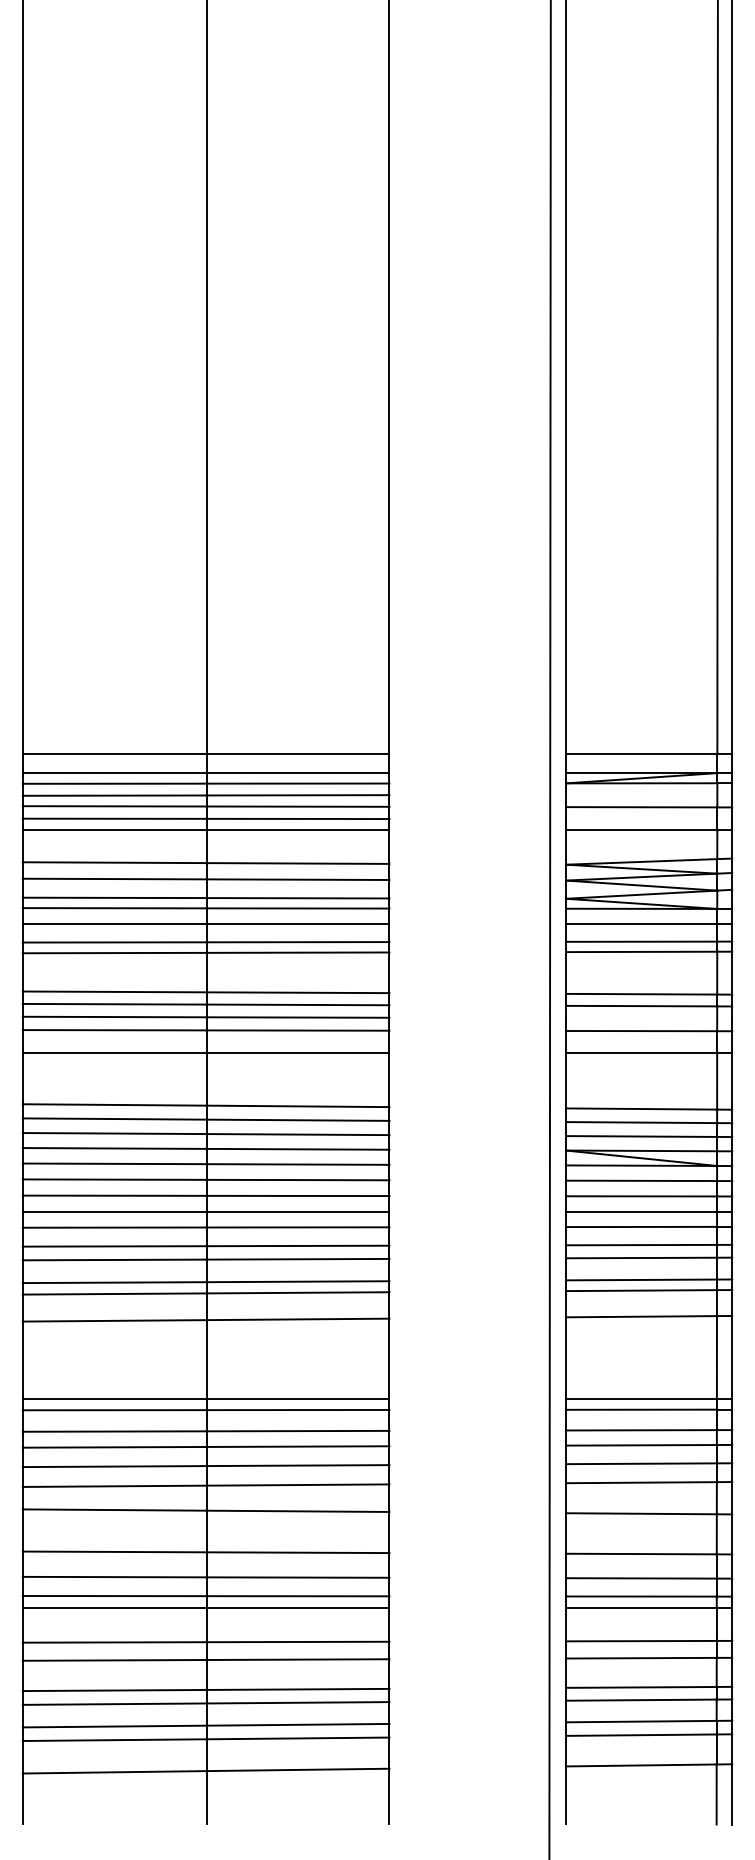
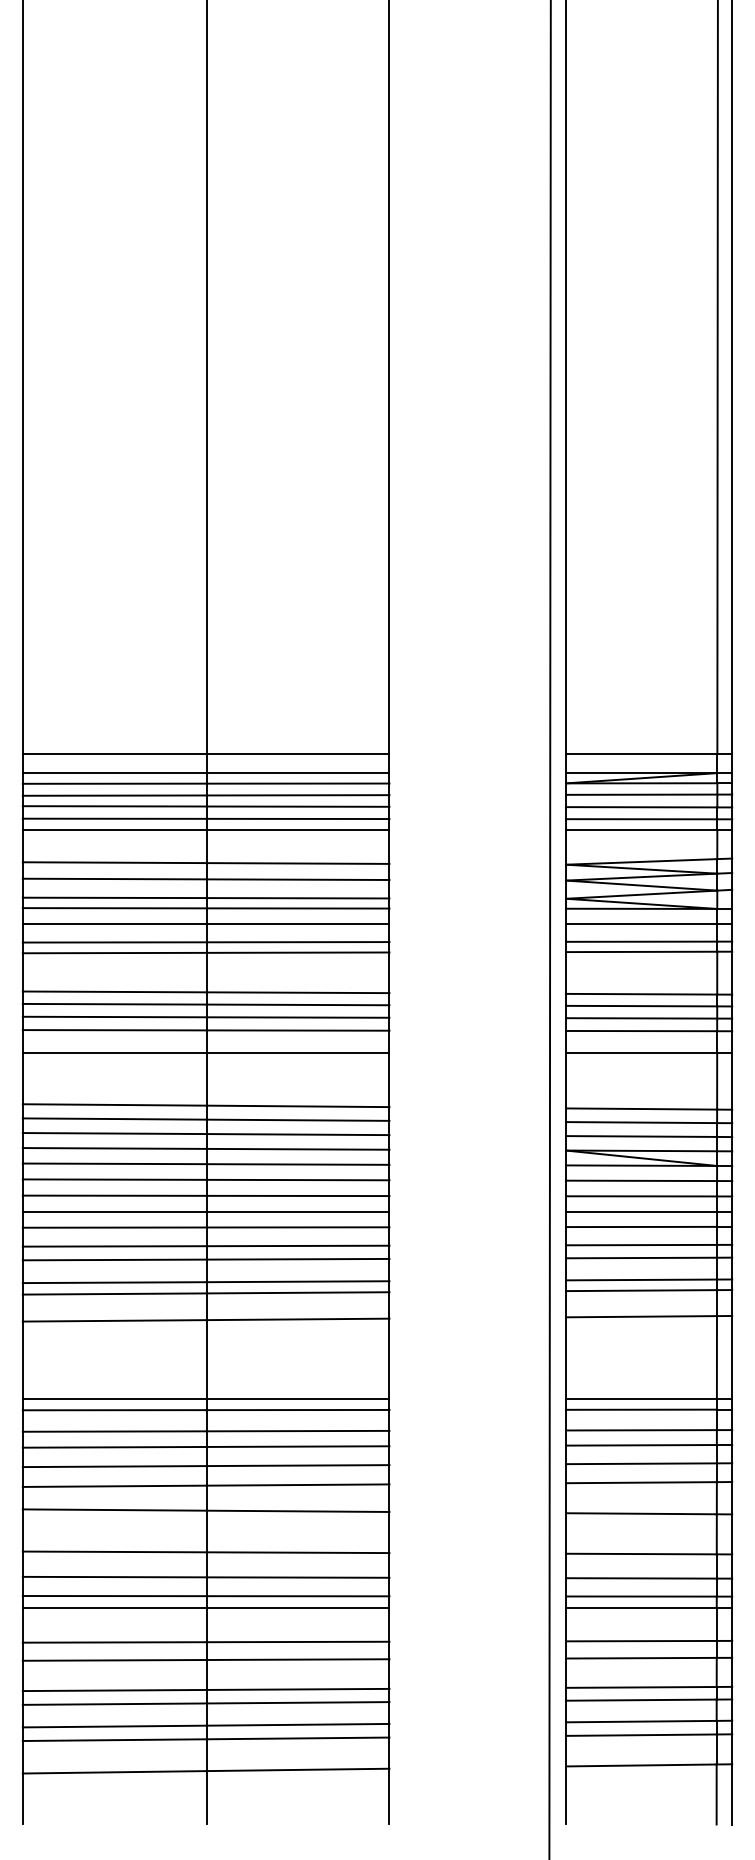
line at (648, 794): none -> present
line at (648, 819): none -> present
line at (648, 1018): none -> present
